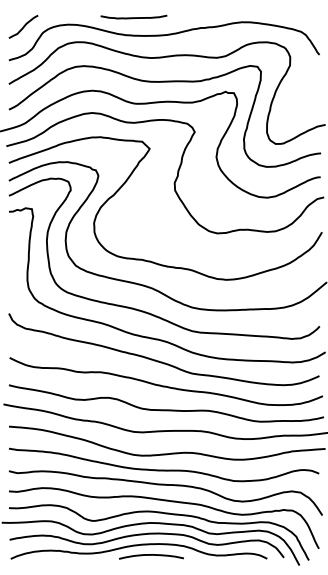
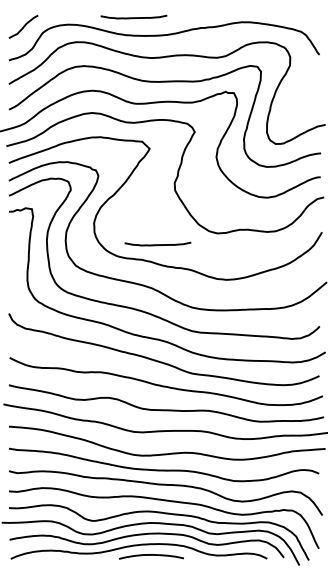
curve at (157, 244): none -> present
